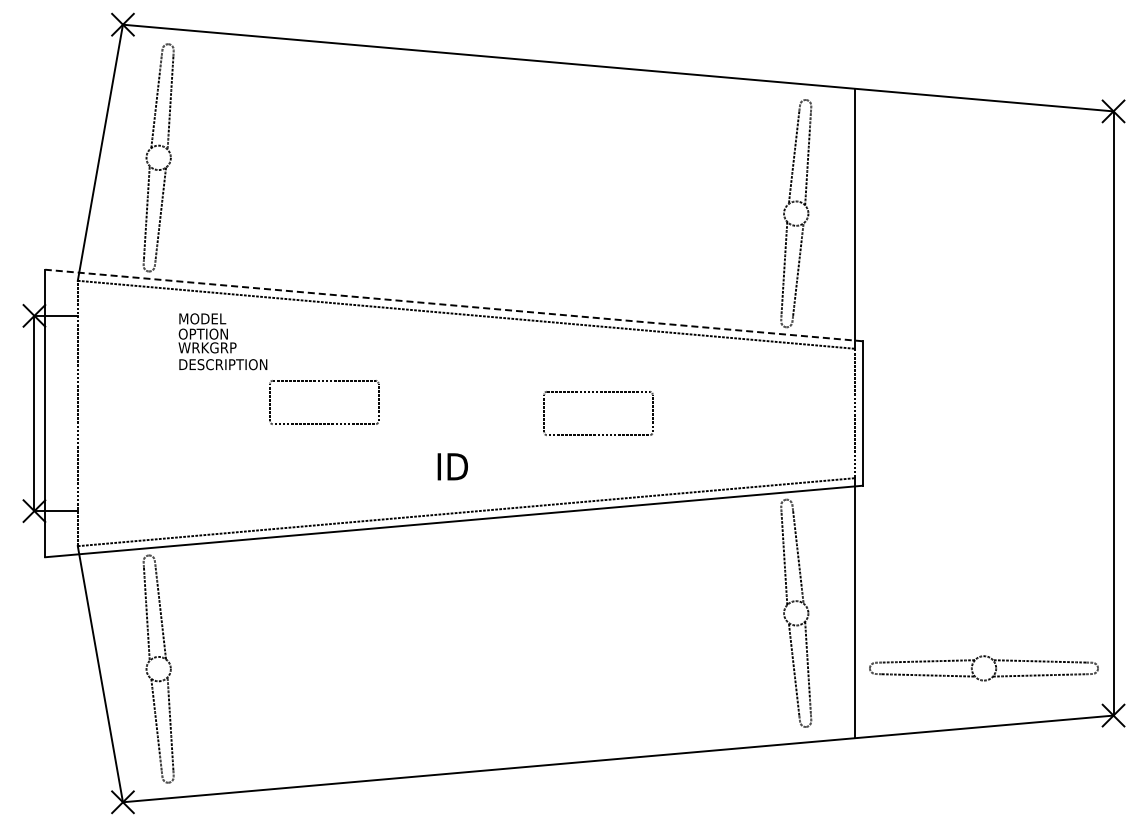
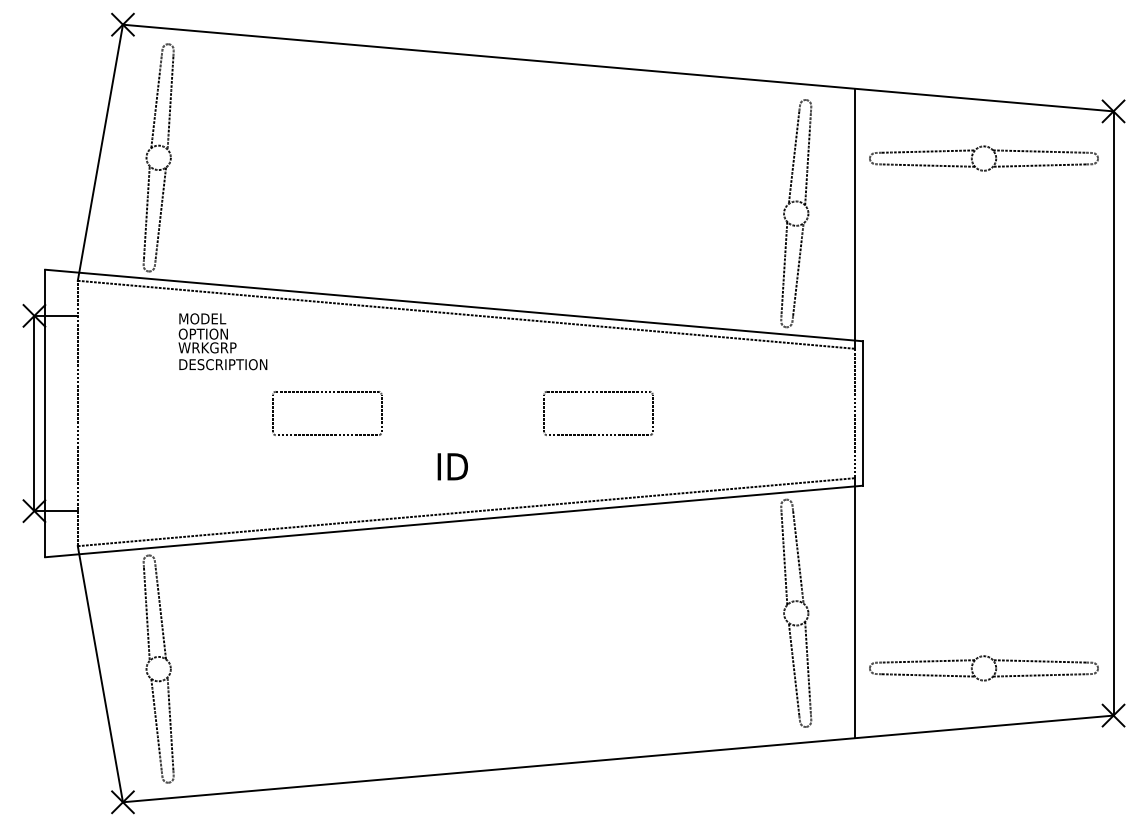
part at (973, 155): none -> present
line at (453, 305): dashed -> solid
part at (324, 423) position: (324, 423) -> (327, 434)
